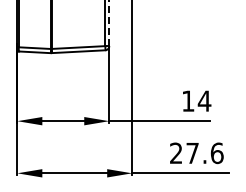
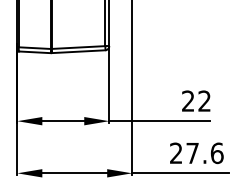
line at (109, 23): dashed -> solid
text at (196, 100): 14 -> 22
